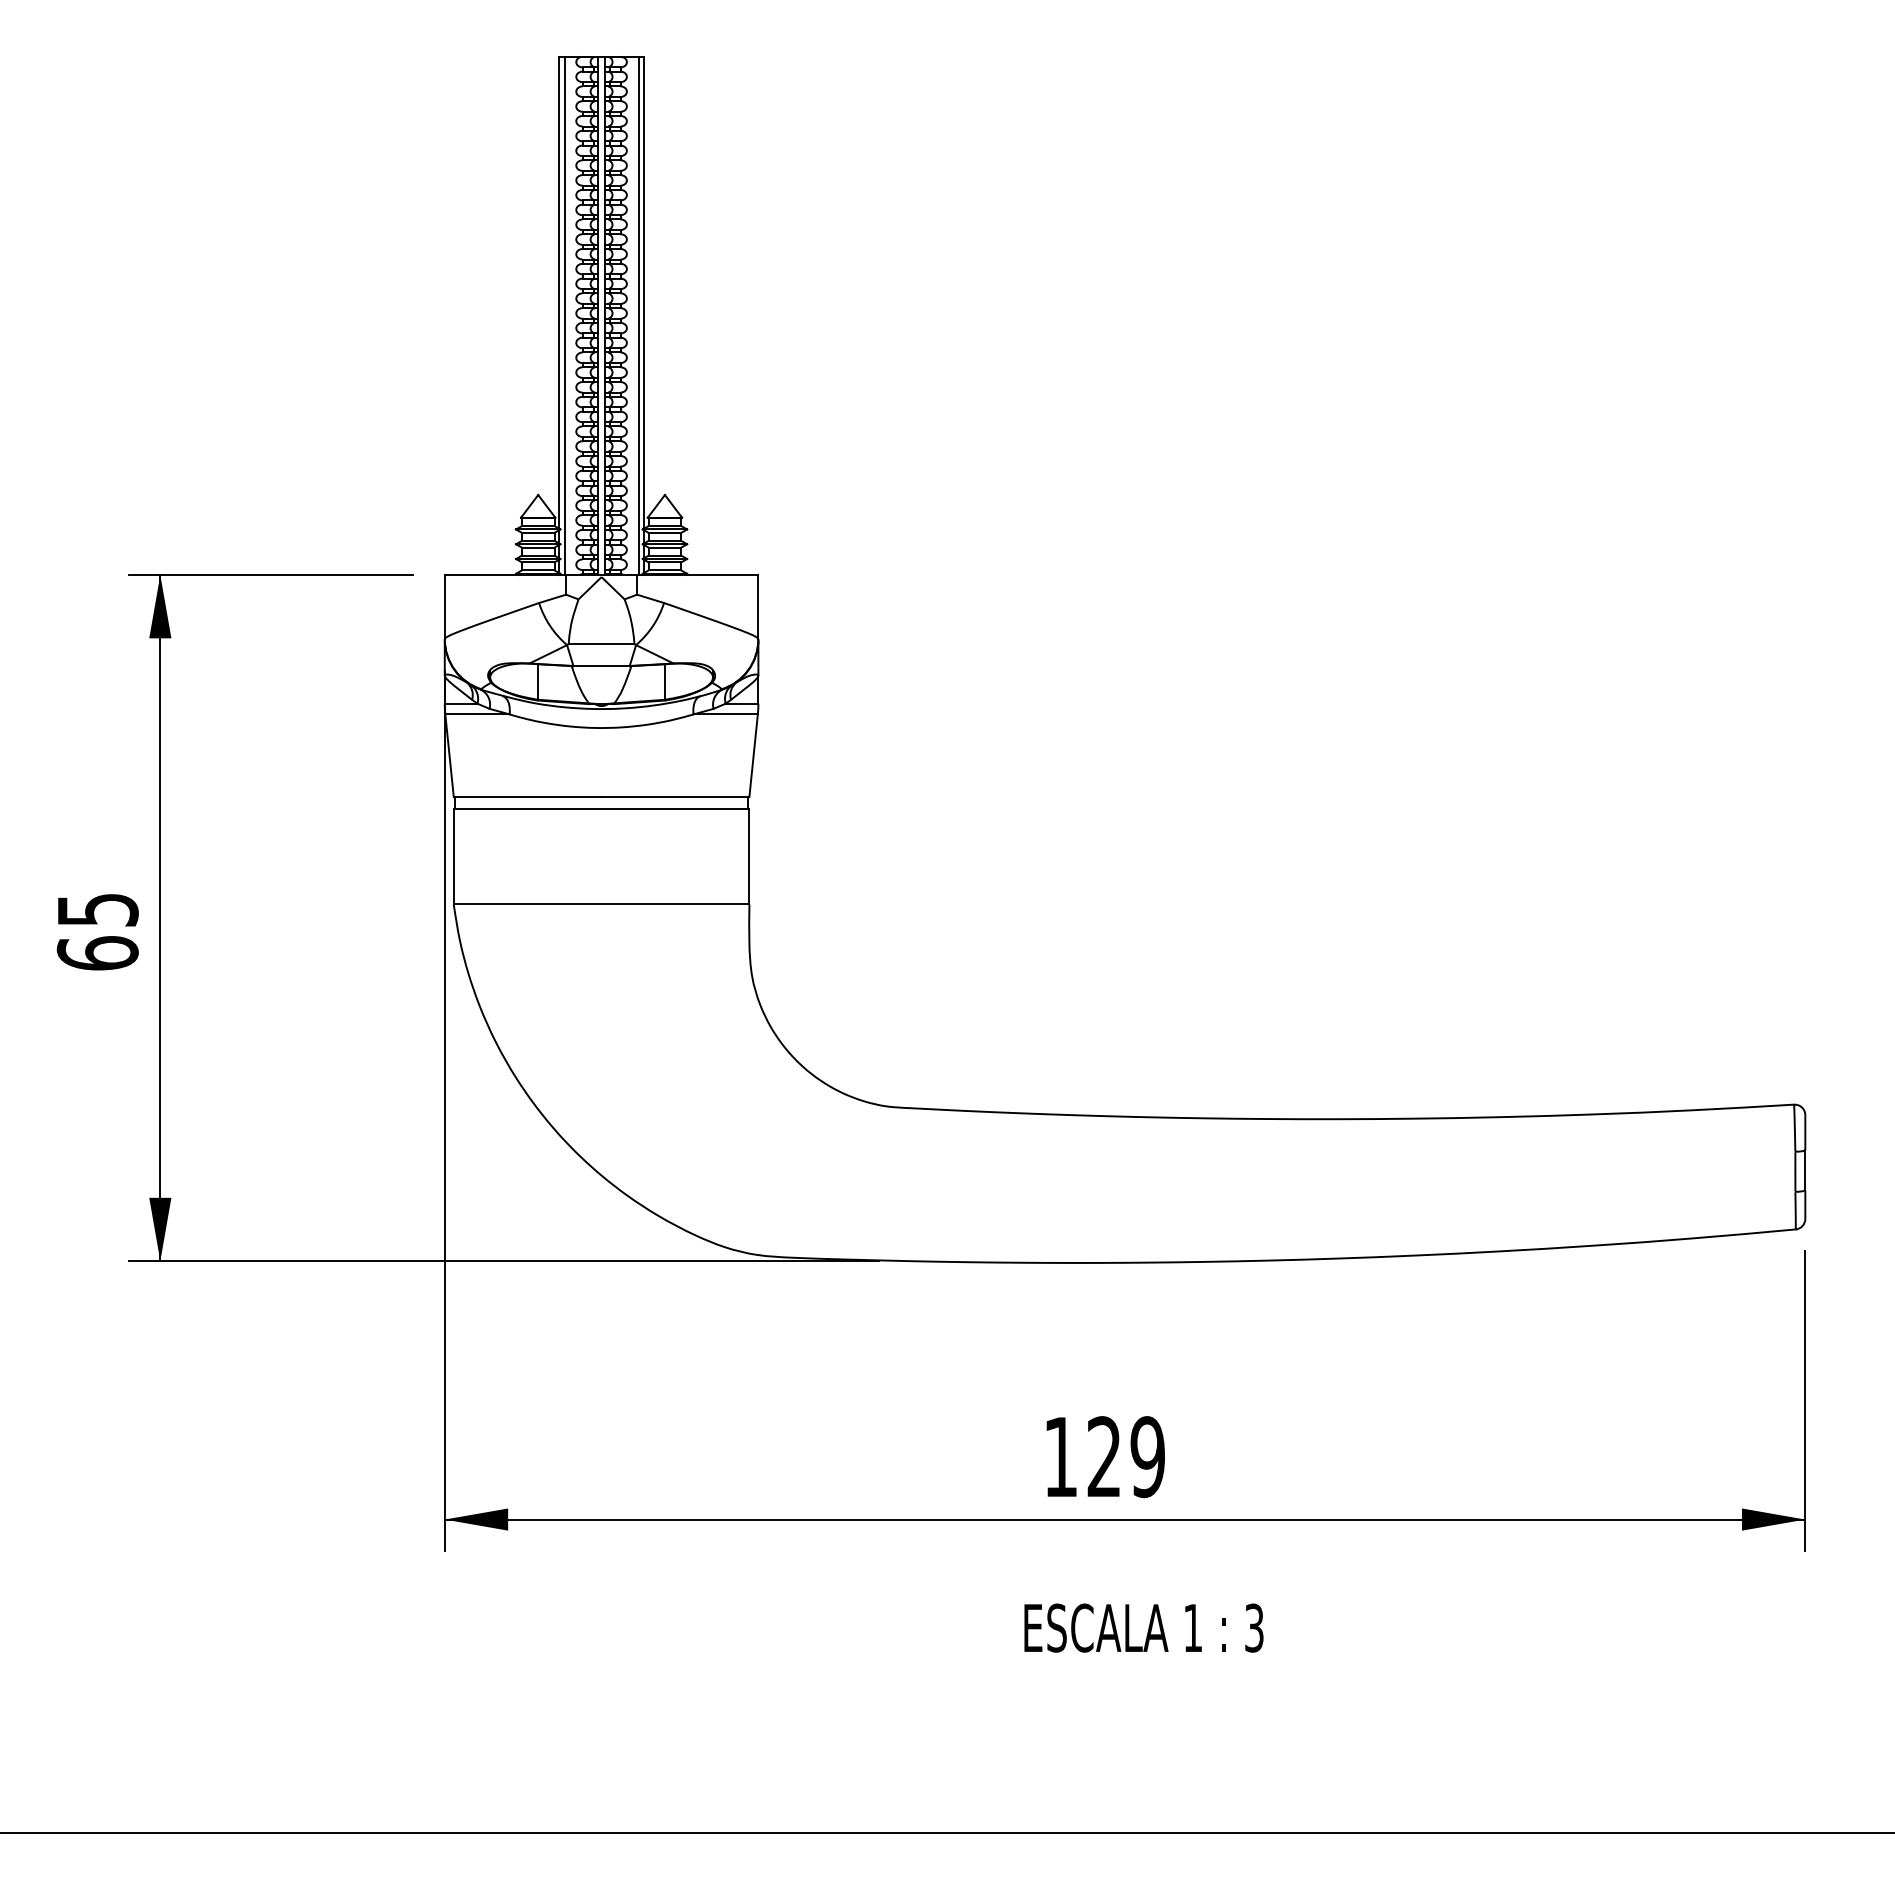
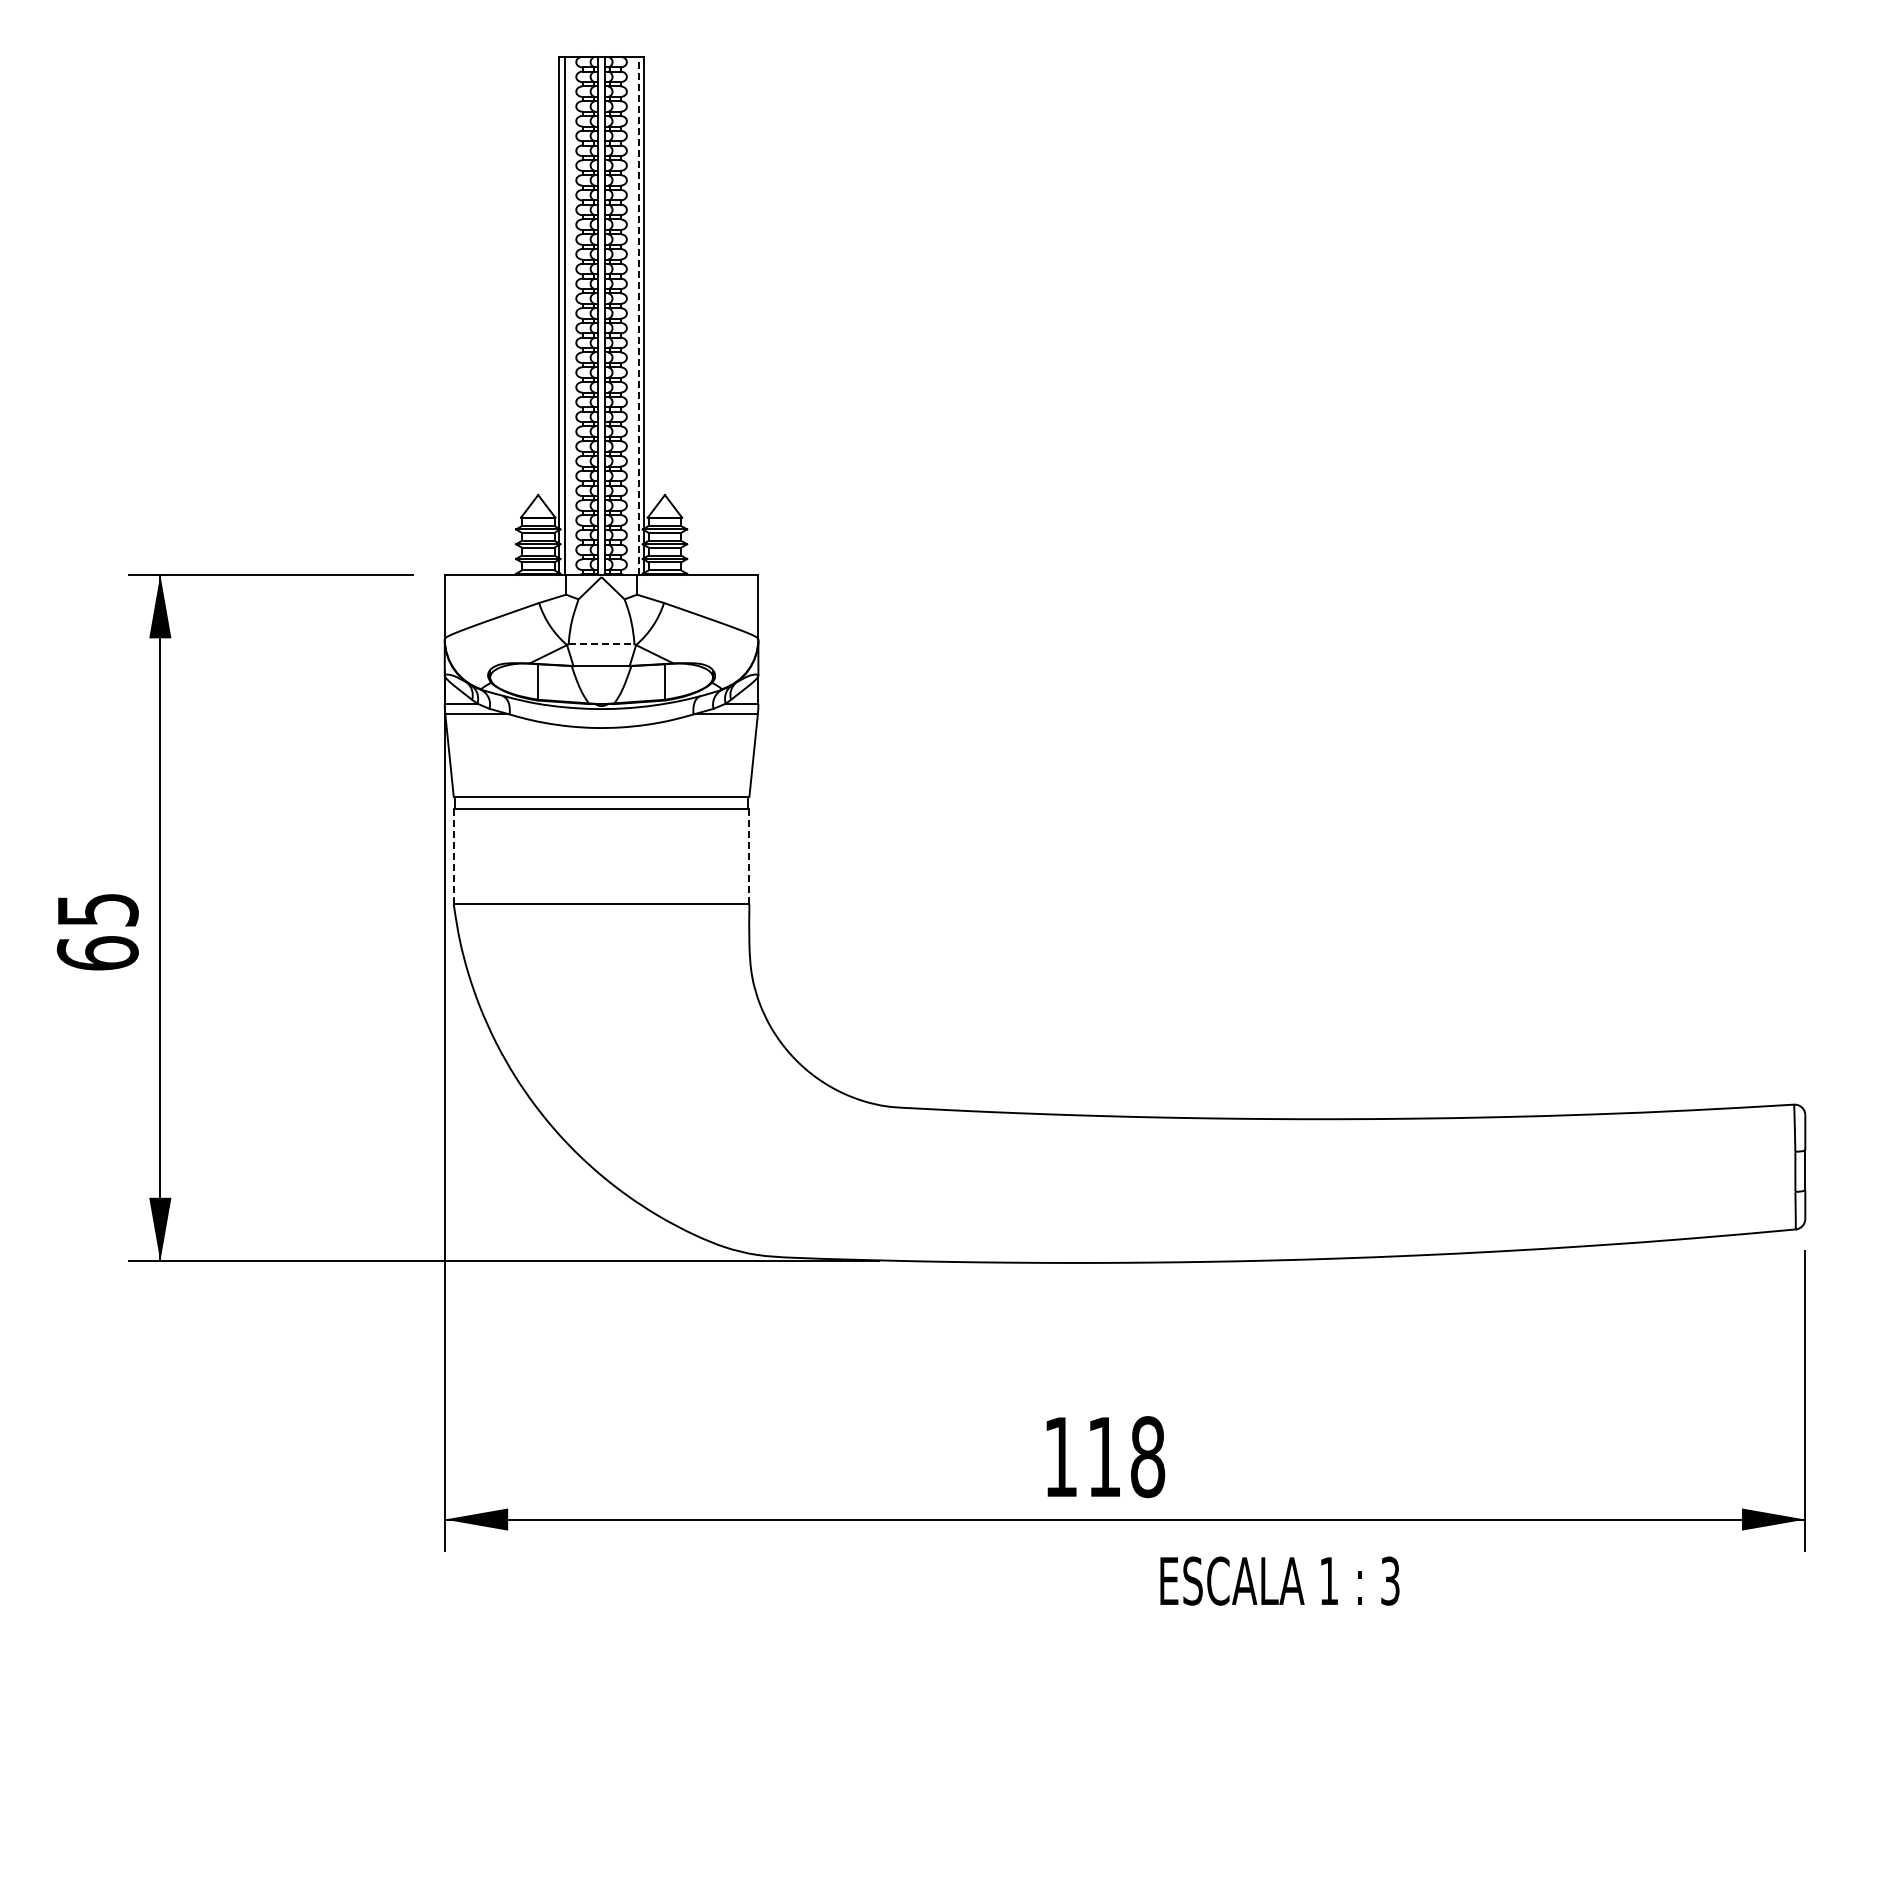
line at (638, 315): solid -> dashed
line at (601, 644): solid -> dashed
line at (453, 856): solid -> dashed
line at (749, 856): solid -> dashed
text at (1126, 1457): 129 -> 118
text at (1143, 1627) position: (1143, 1627) -> (1279, 1580)
line at (946, 1833): present -> none
